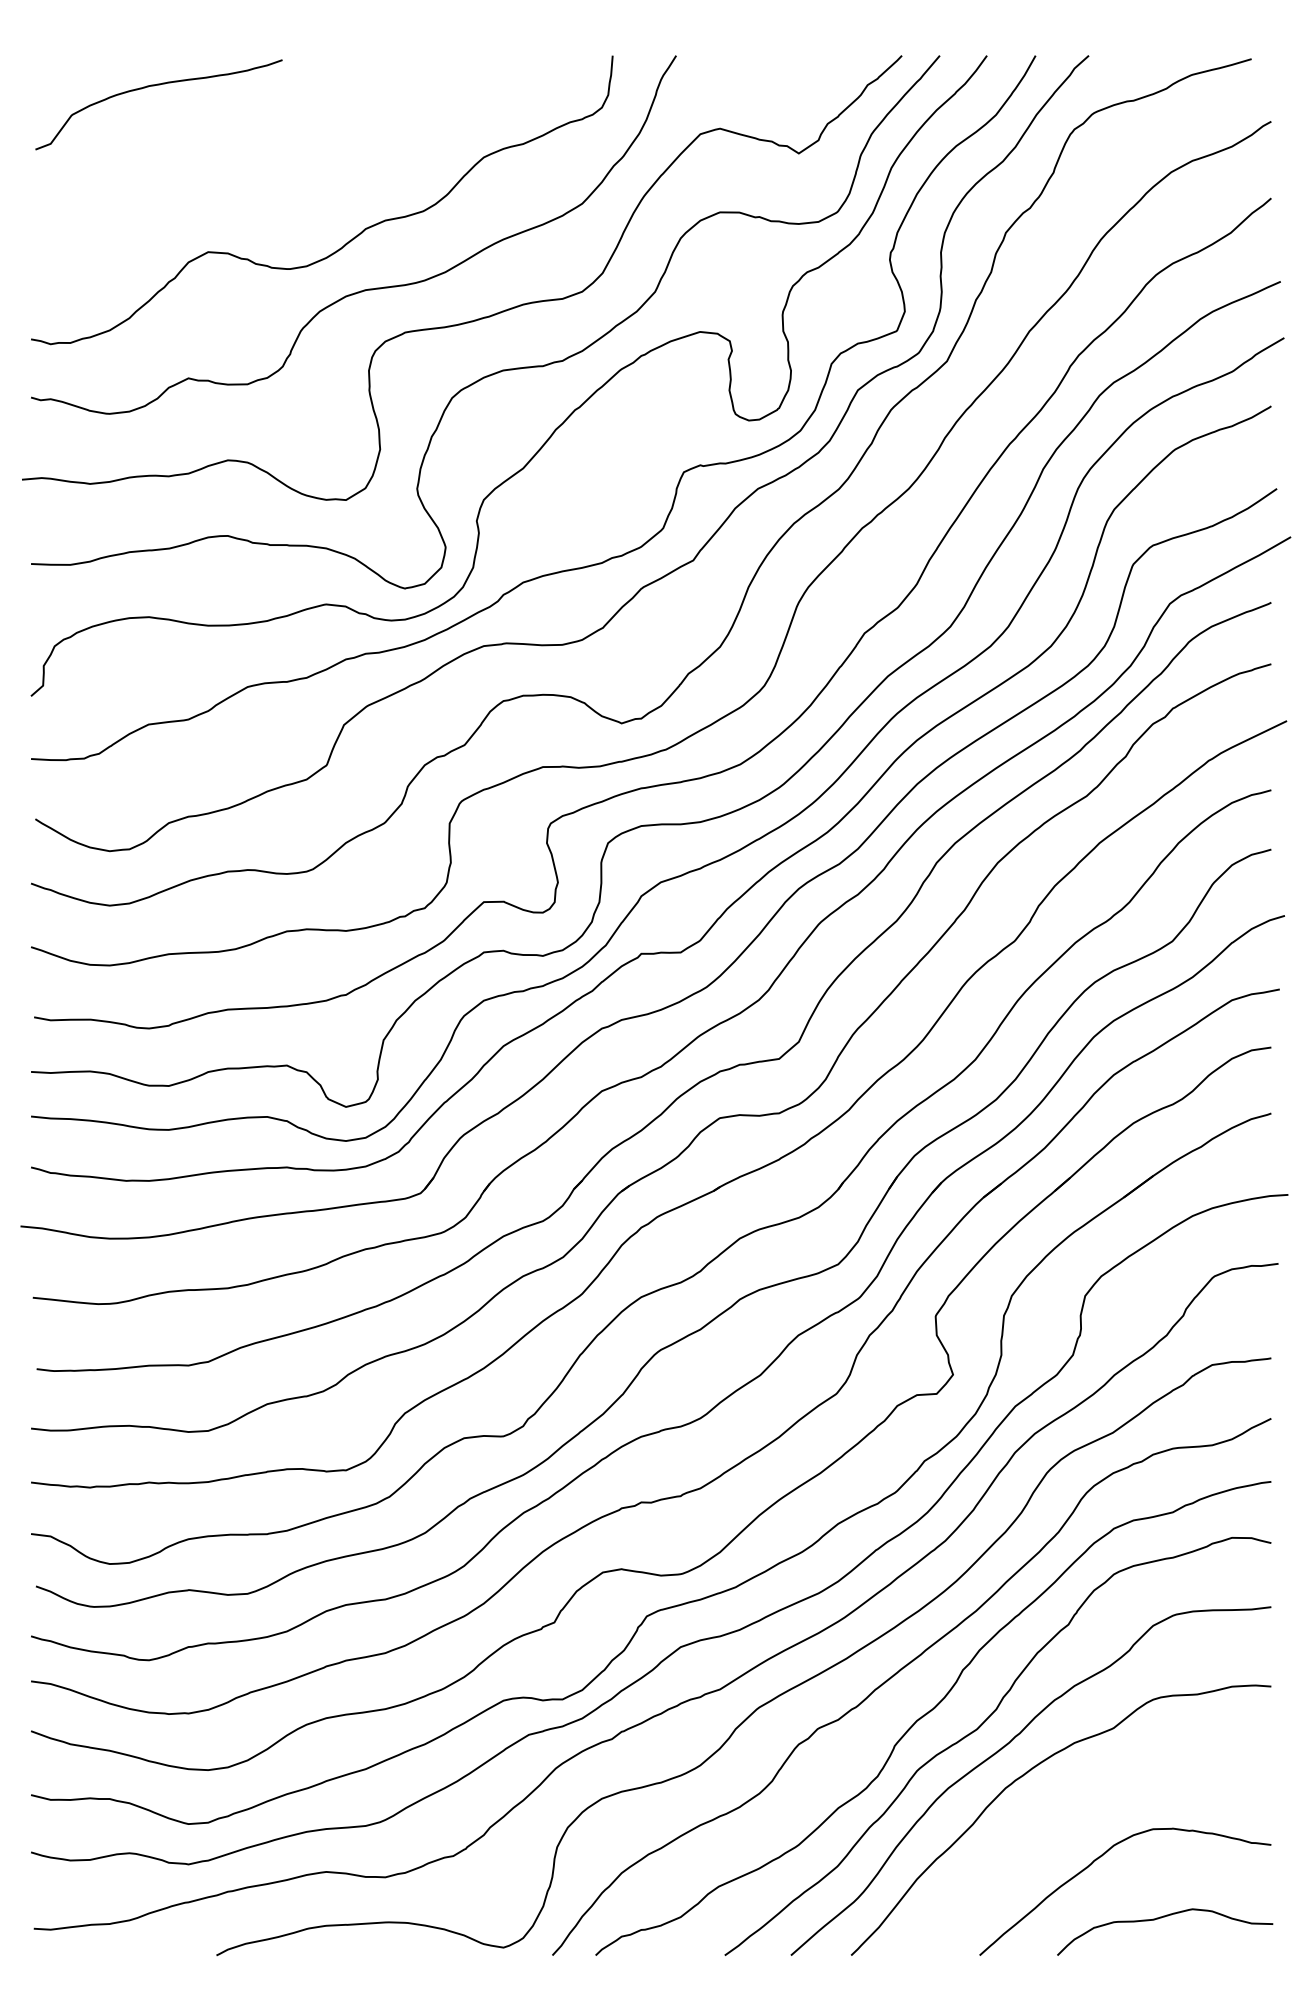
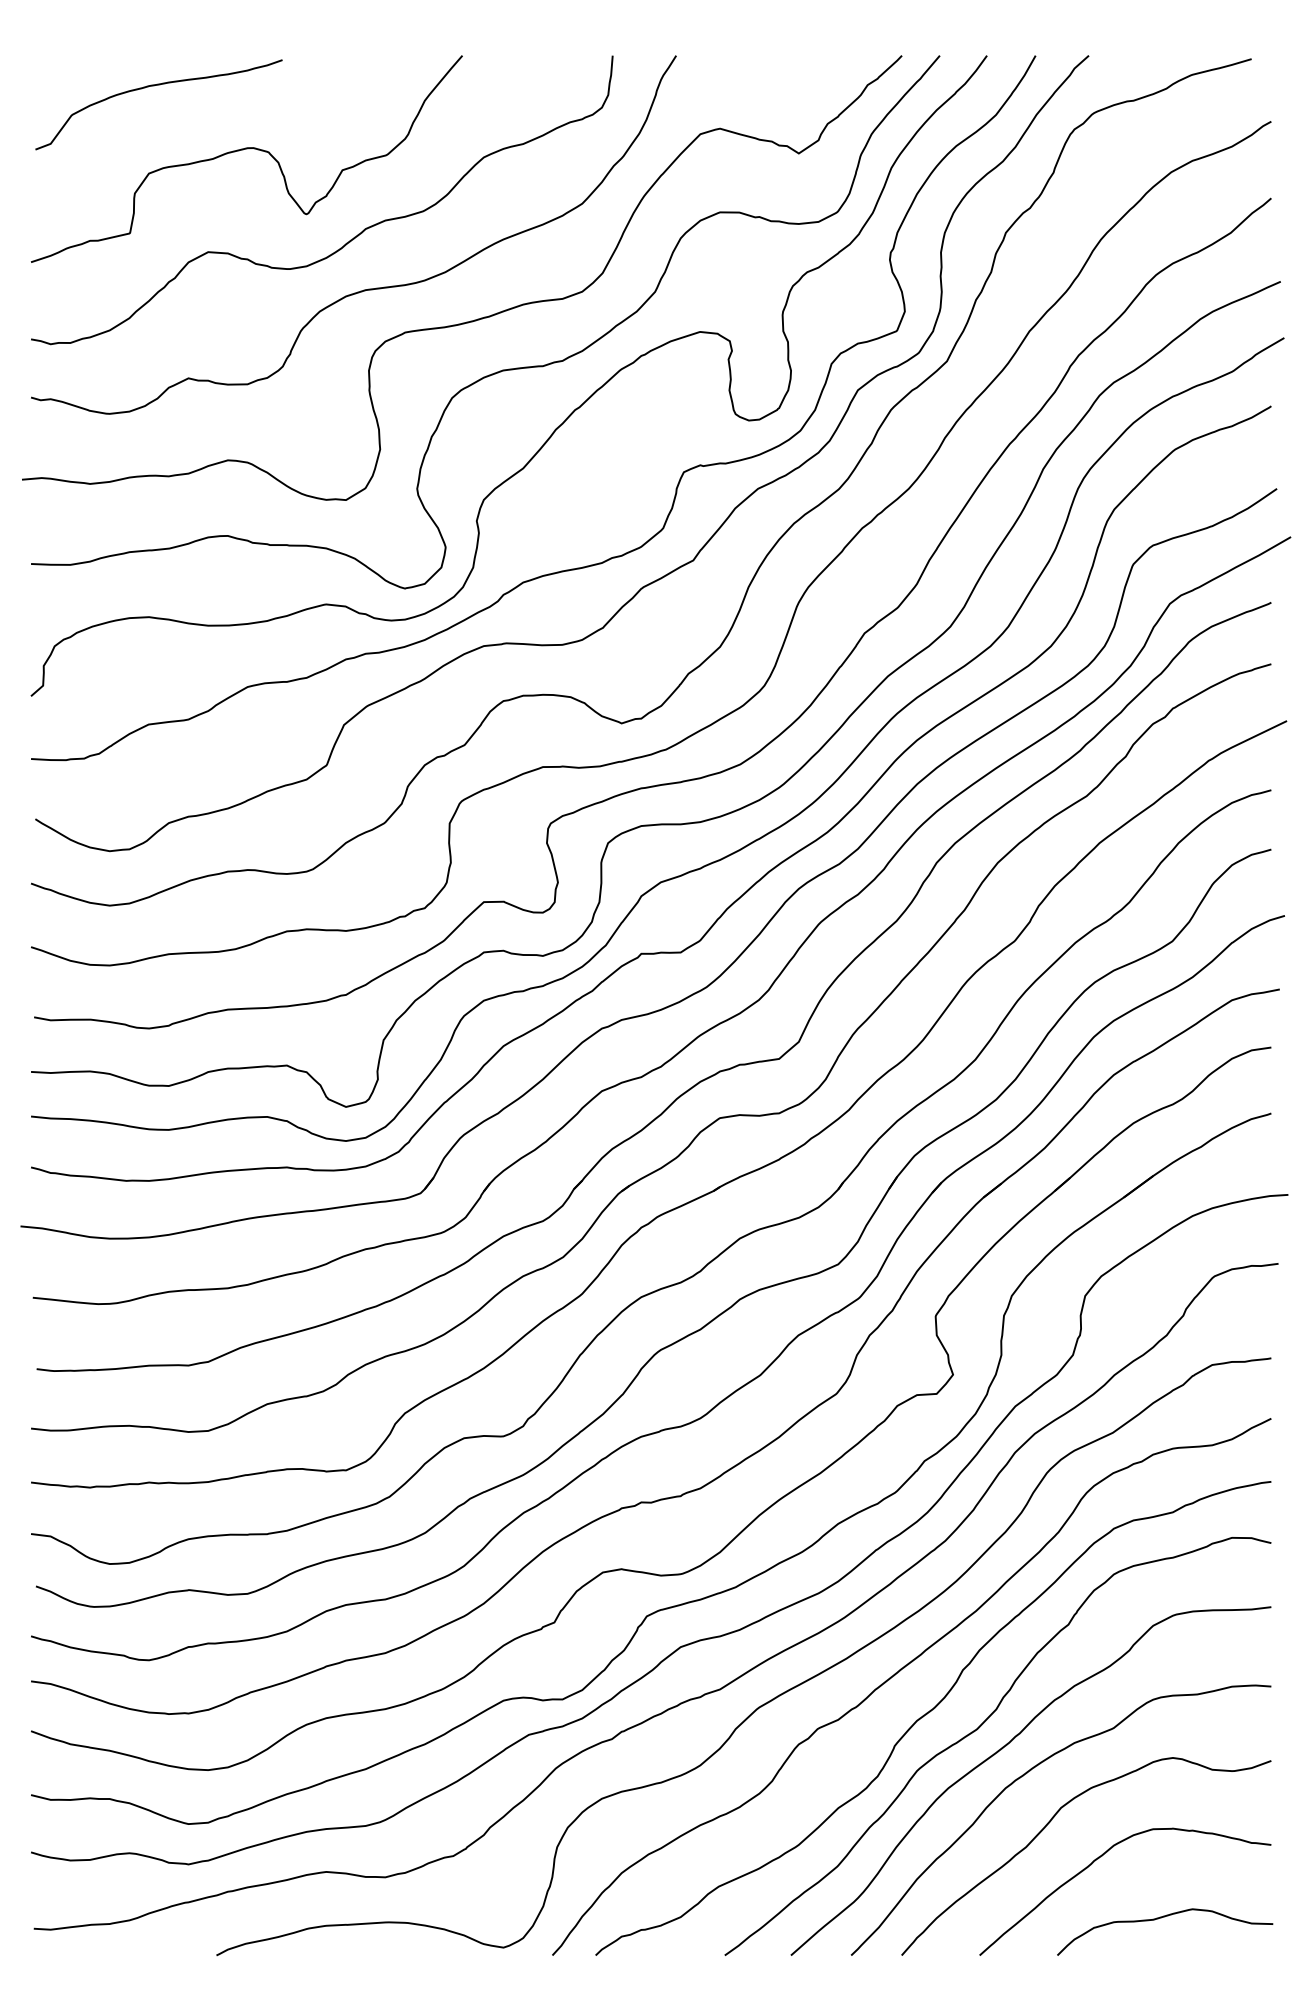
curve at (243, 150): none -> present
curve at (1051, 1821): none -> present
